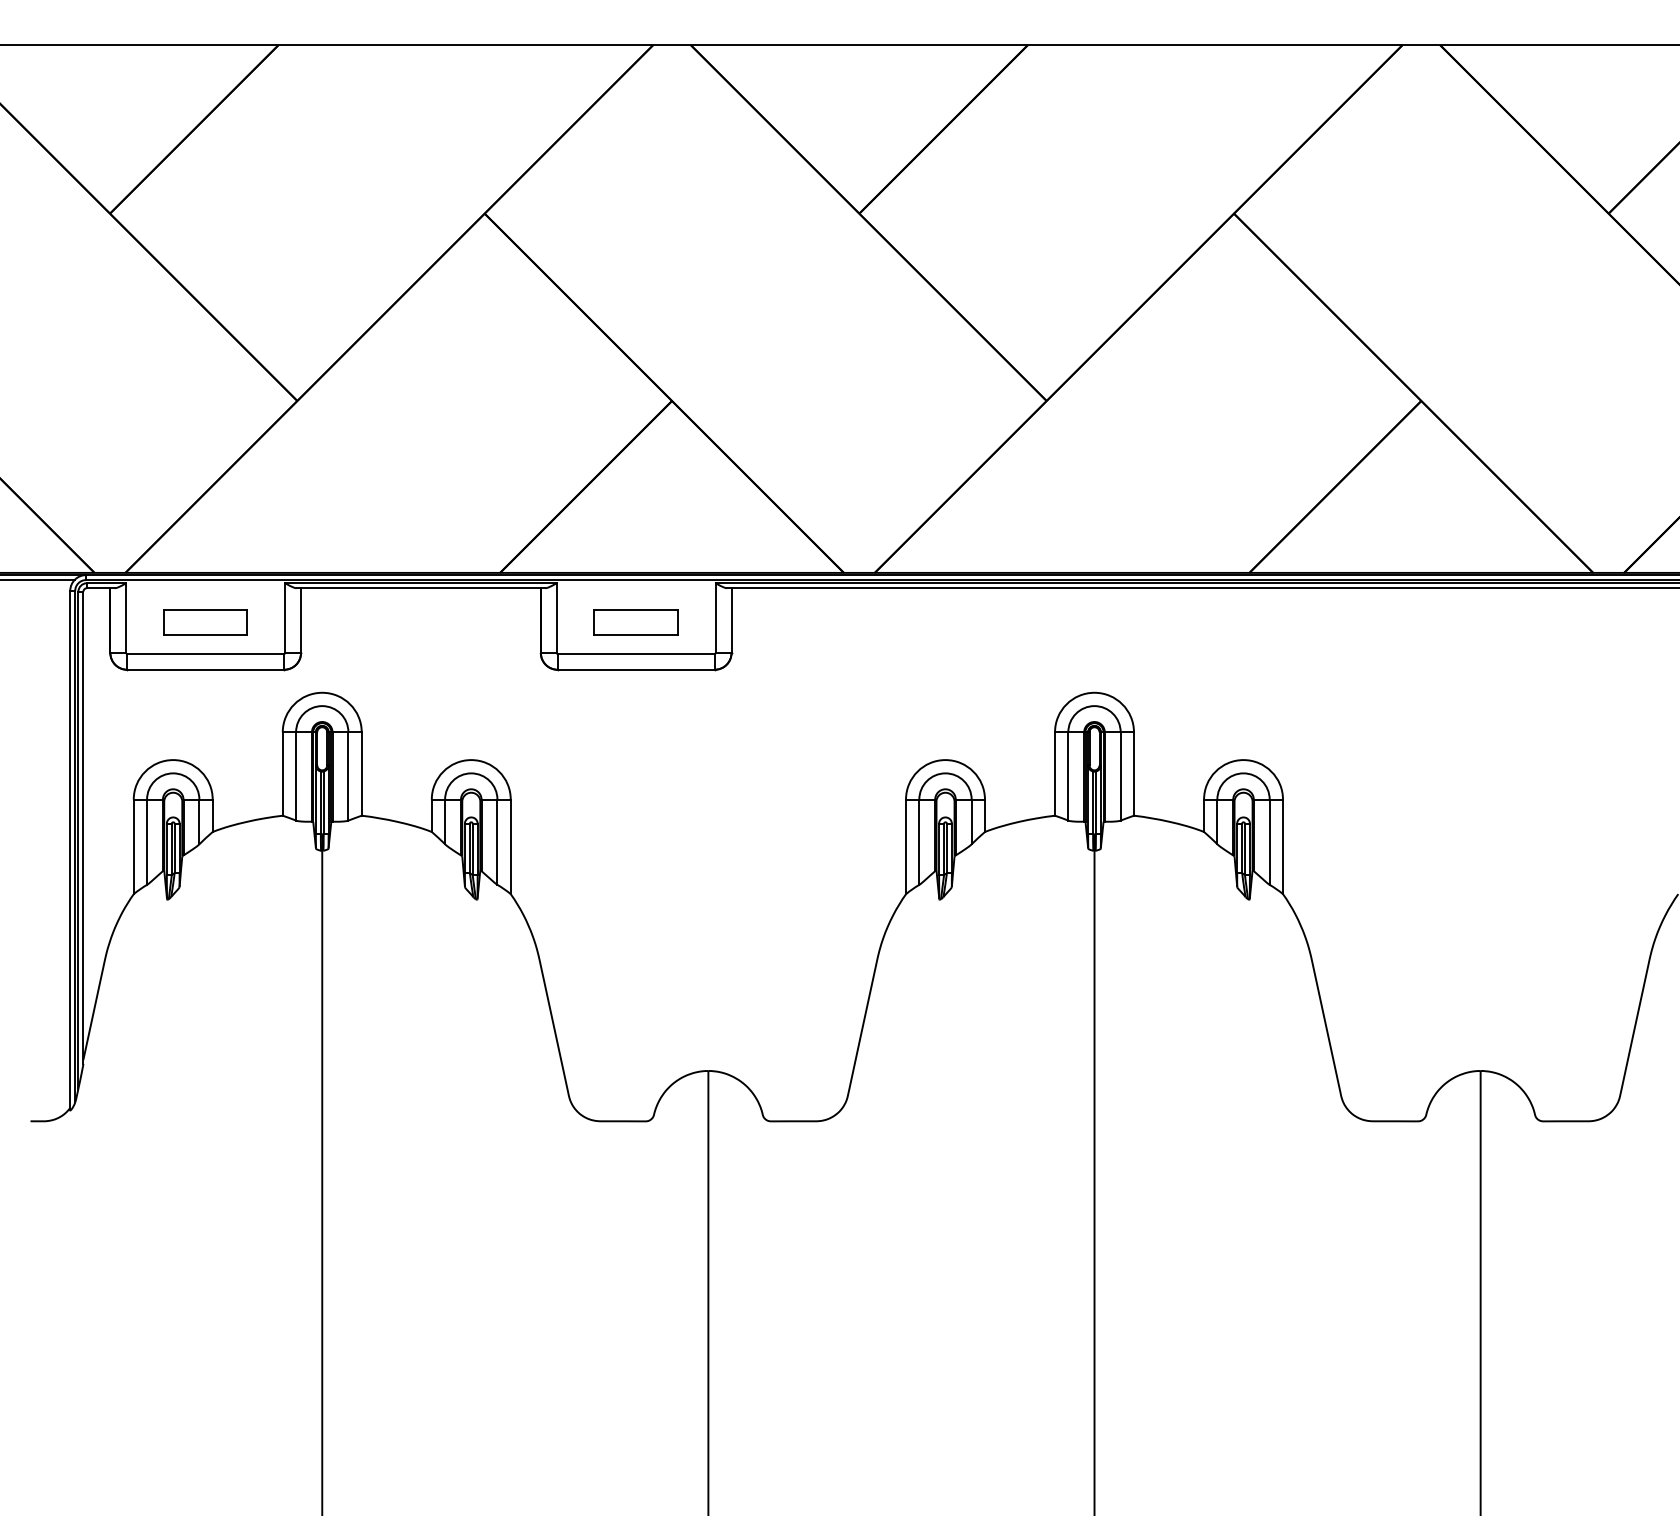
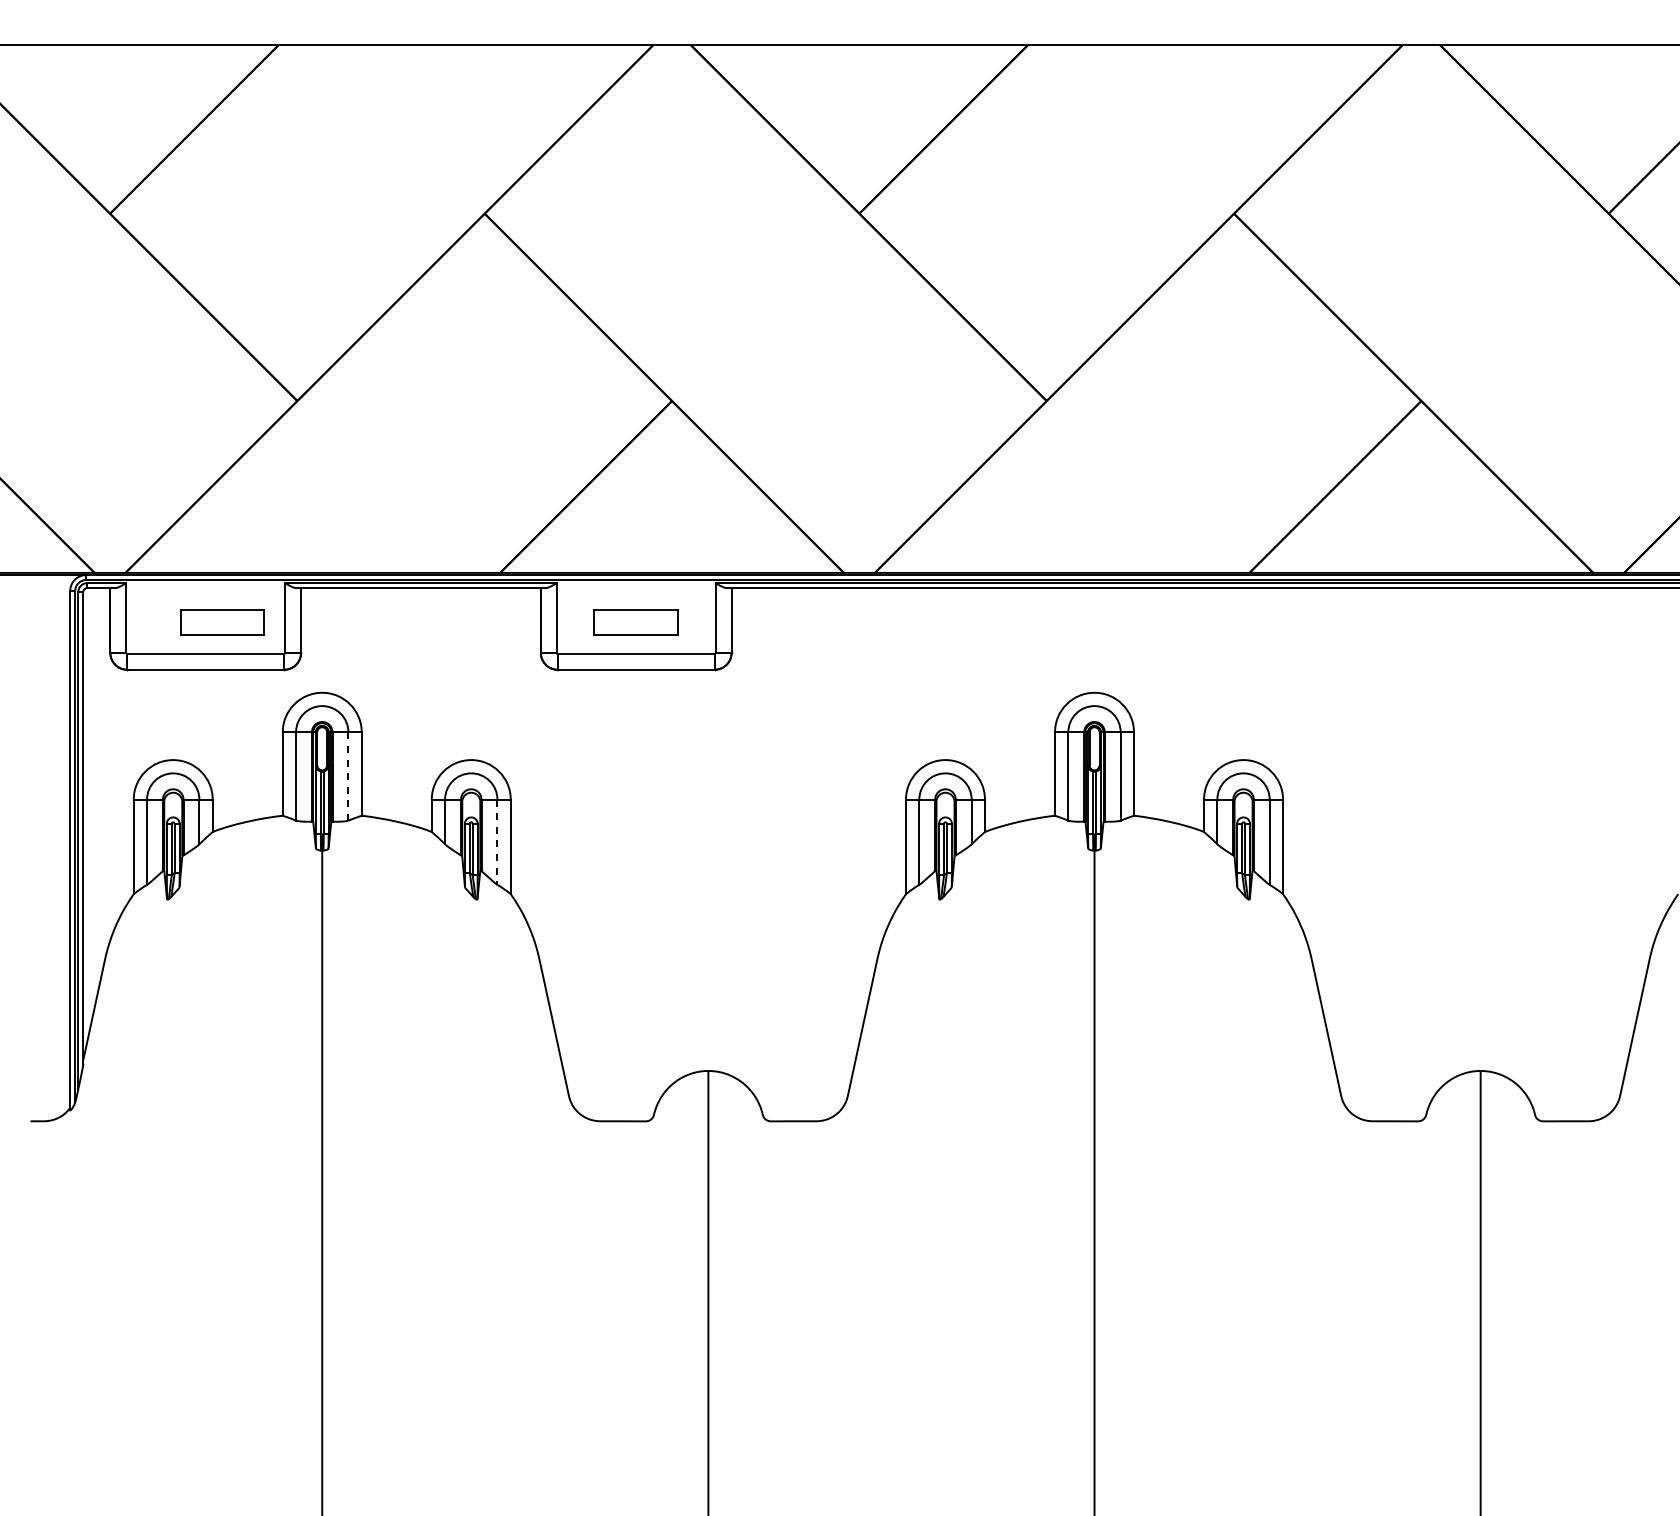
line at (38, 580): present -> none
part at (205, 622) position: (205, 622) -> (222, 622)
line at (348, 776): solid -> dashed
line at (497, 842): solid -> dashed
